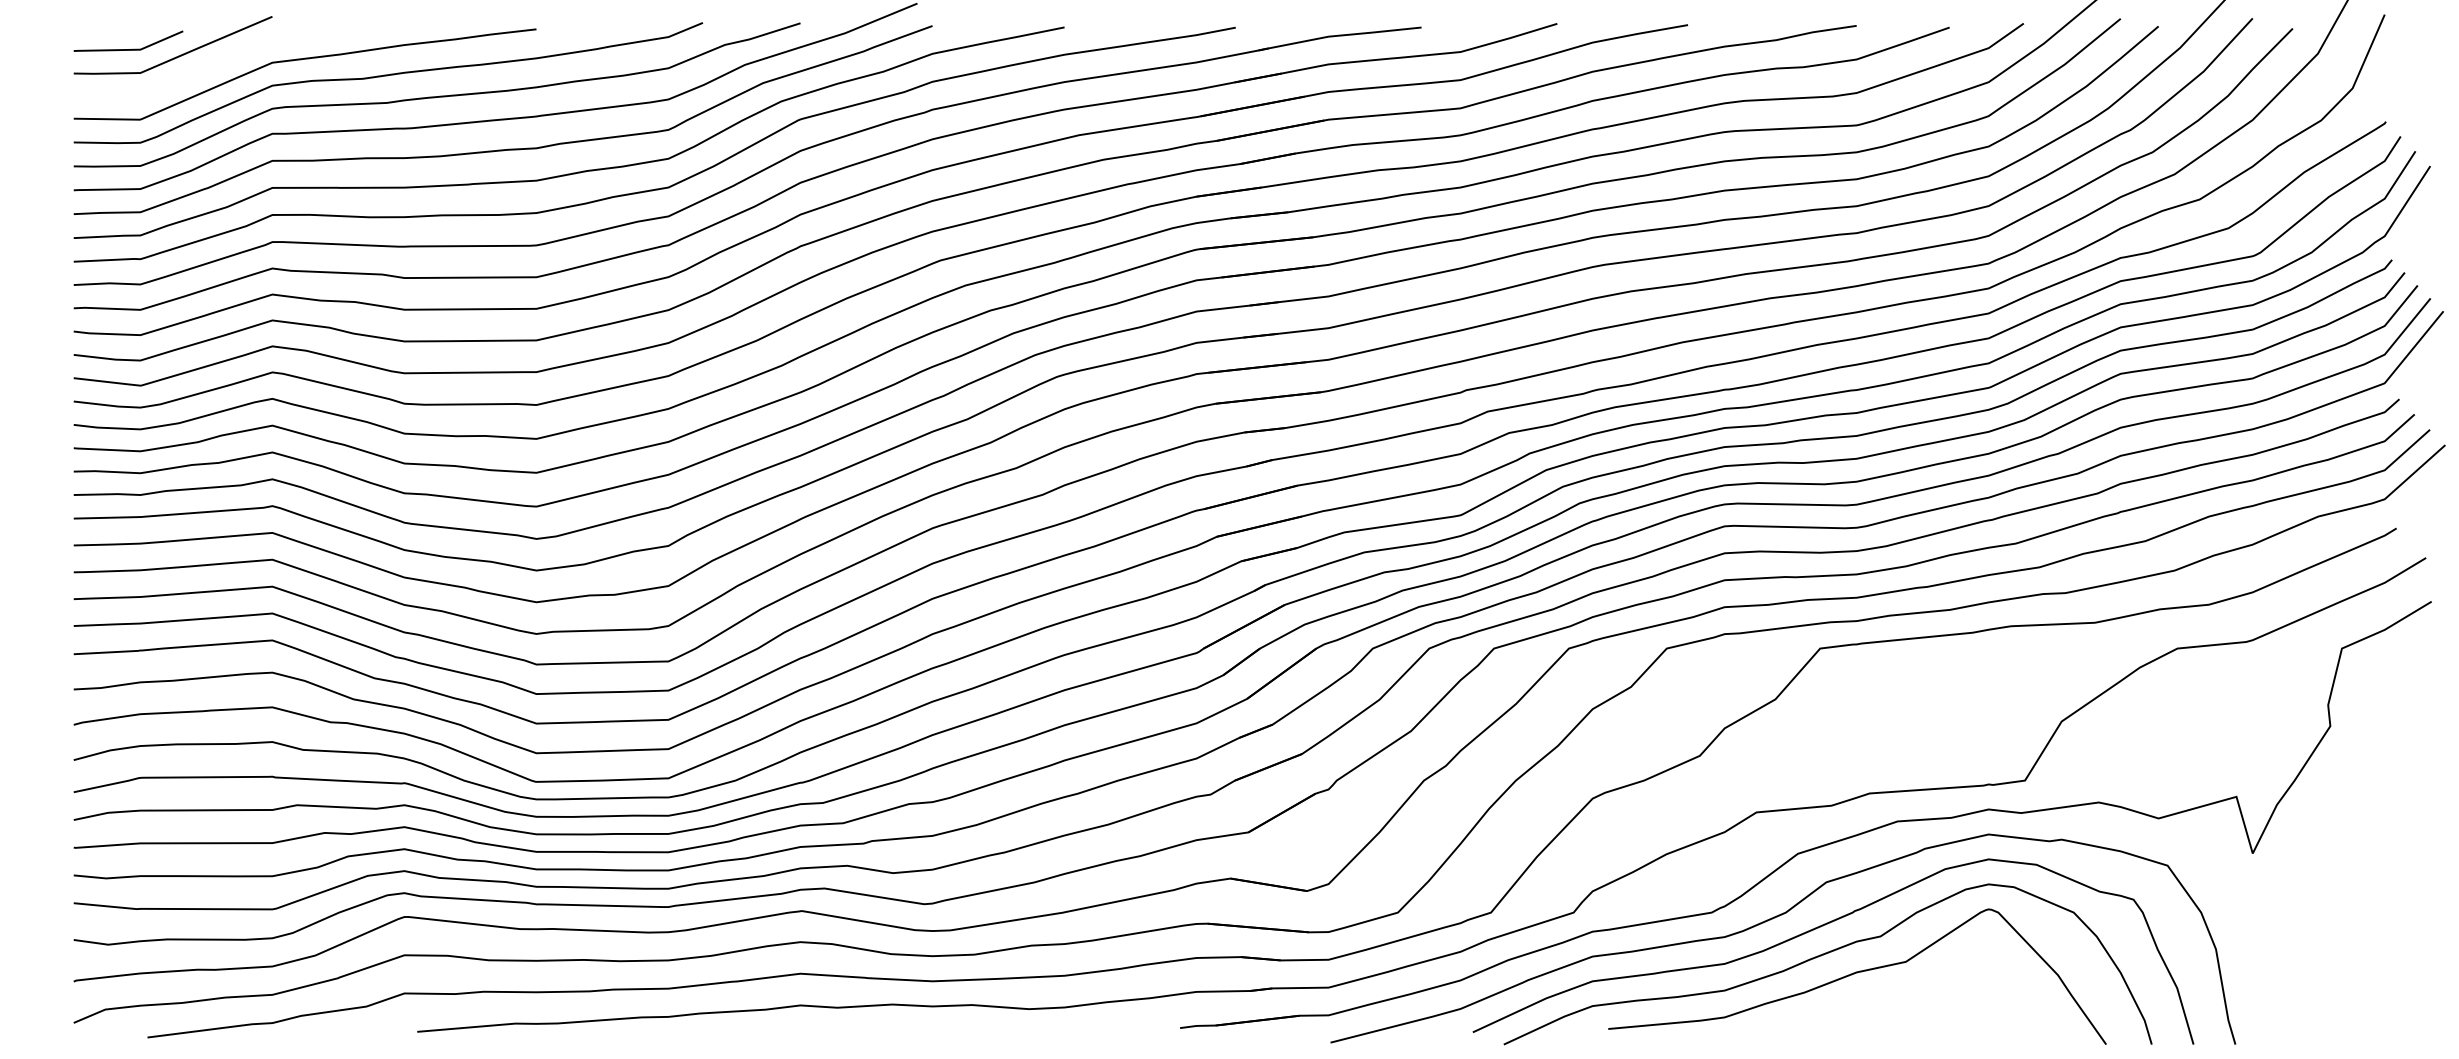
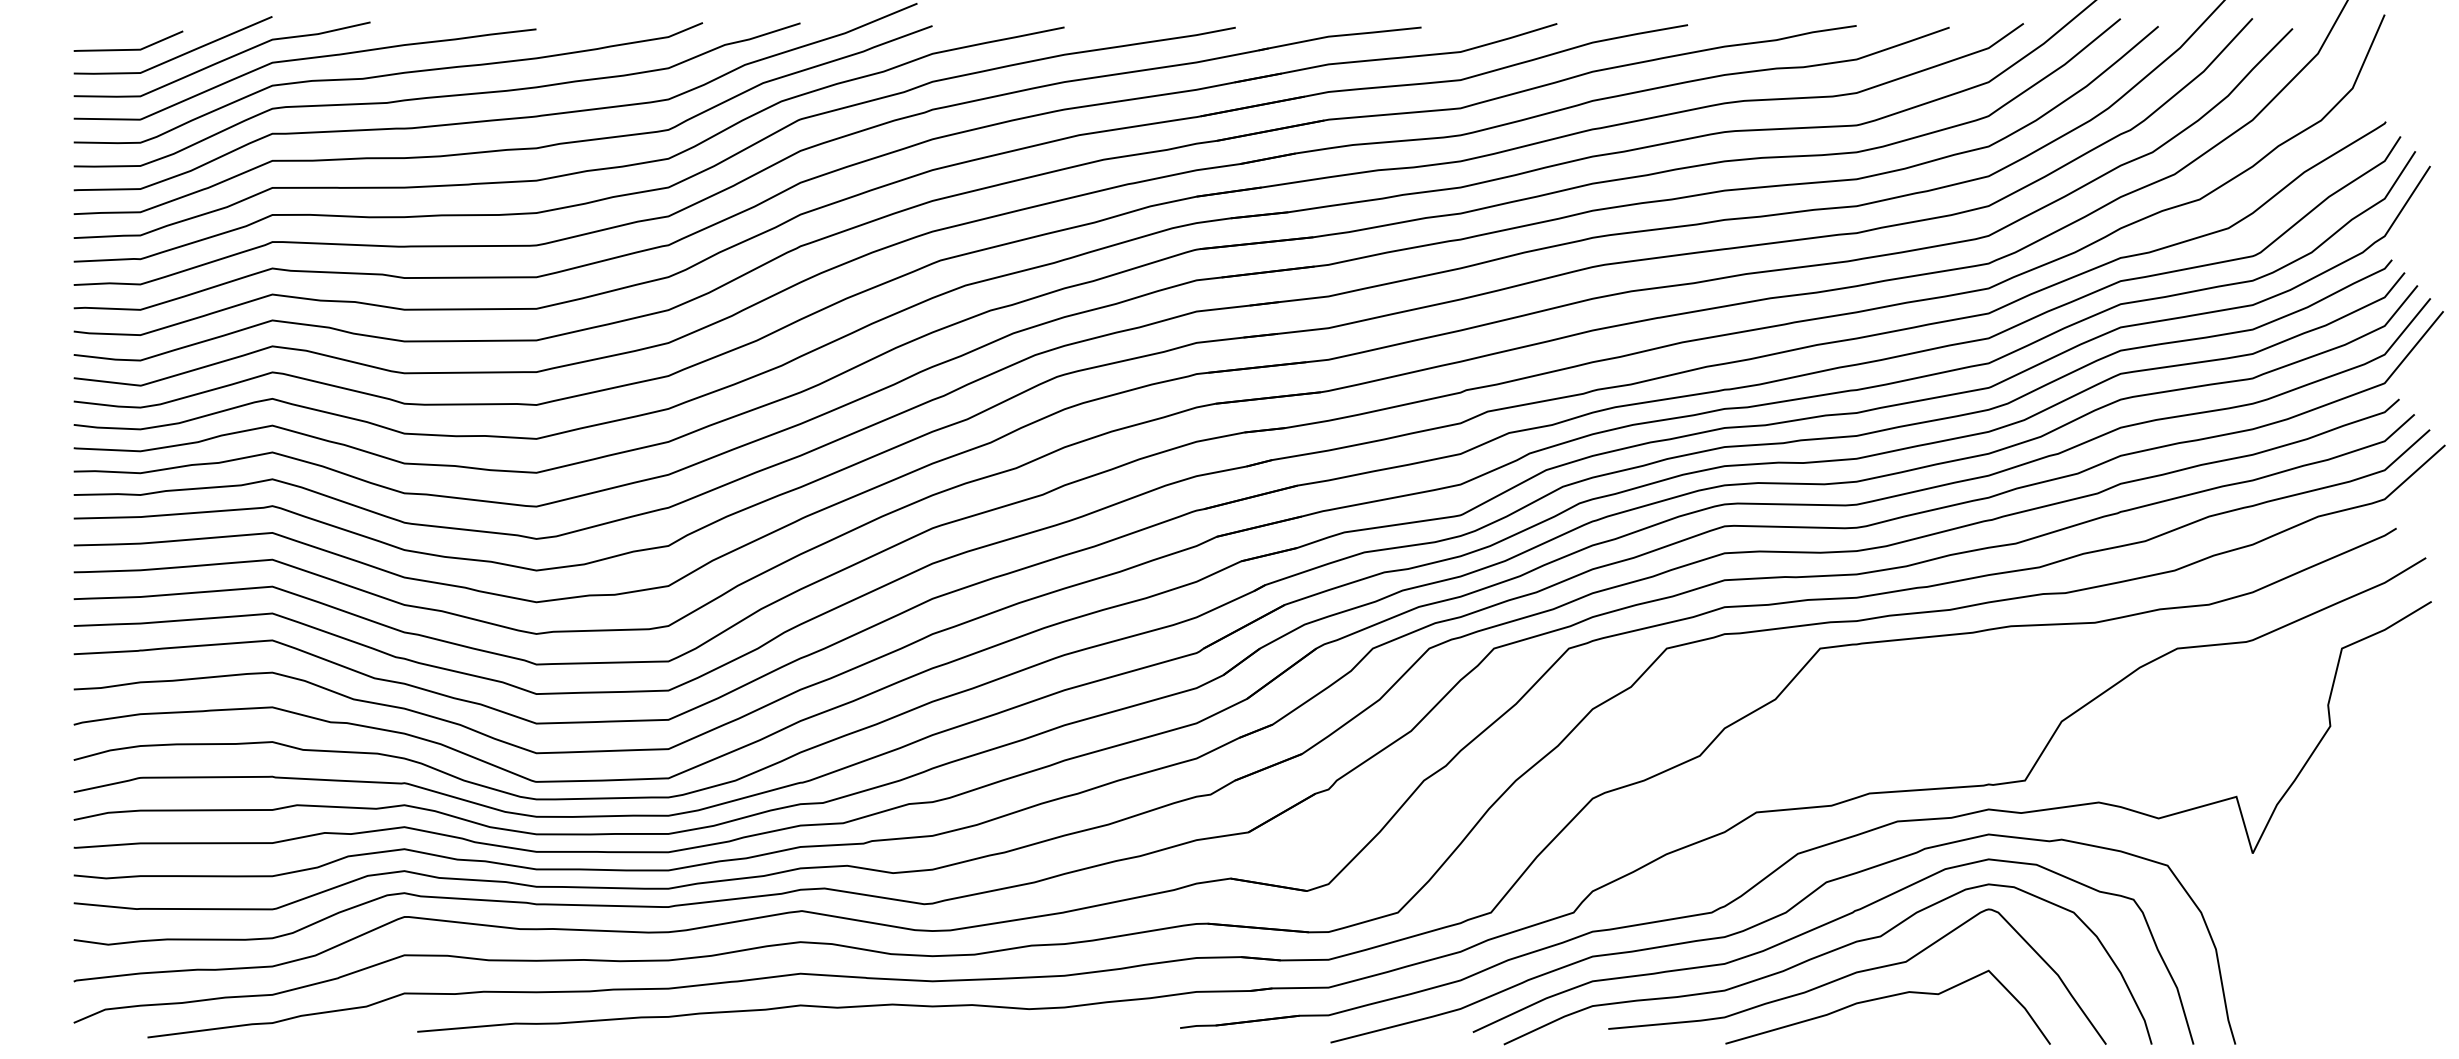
curve at (222, 59): none -> present
curve at (1885, 998): none -> present
